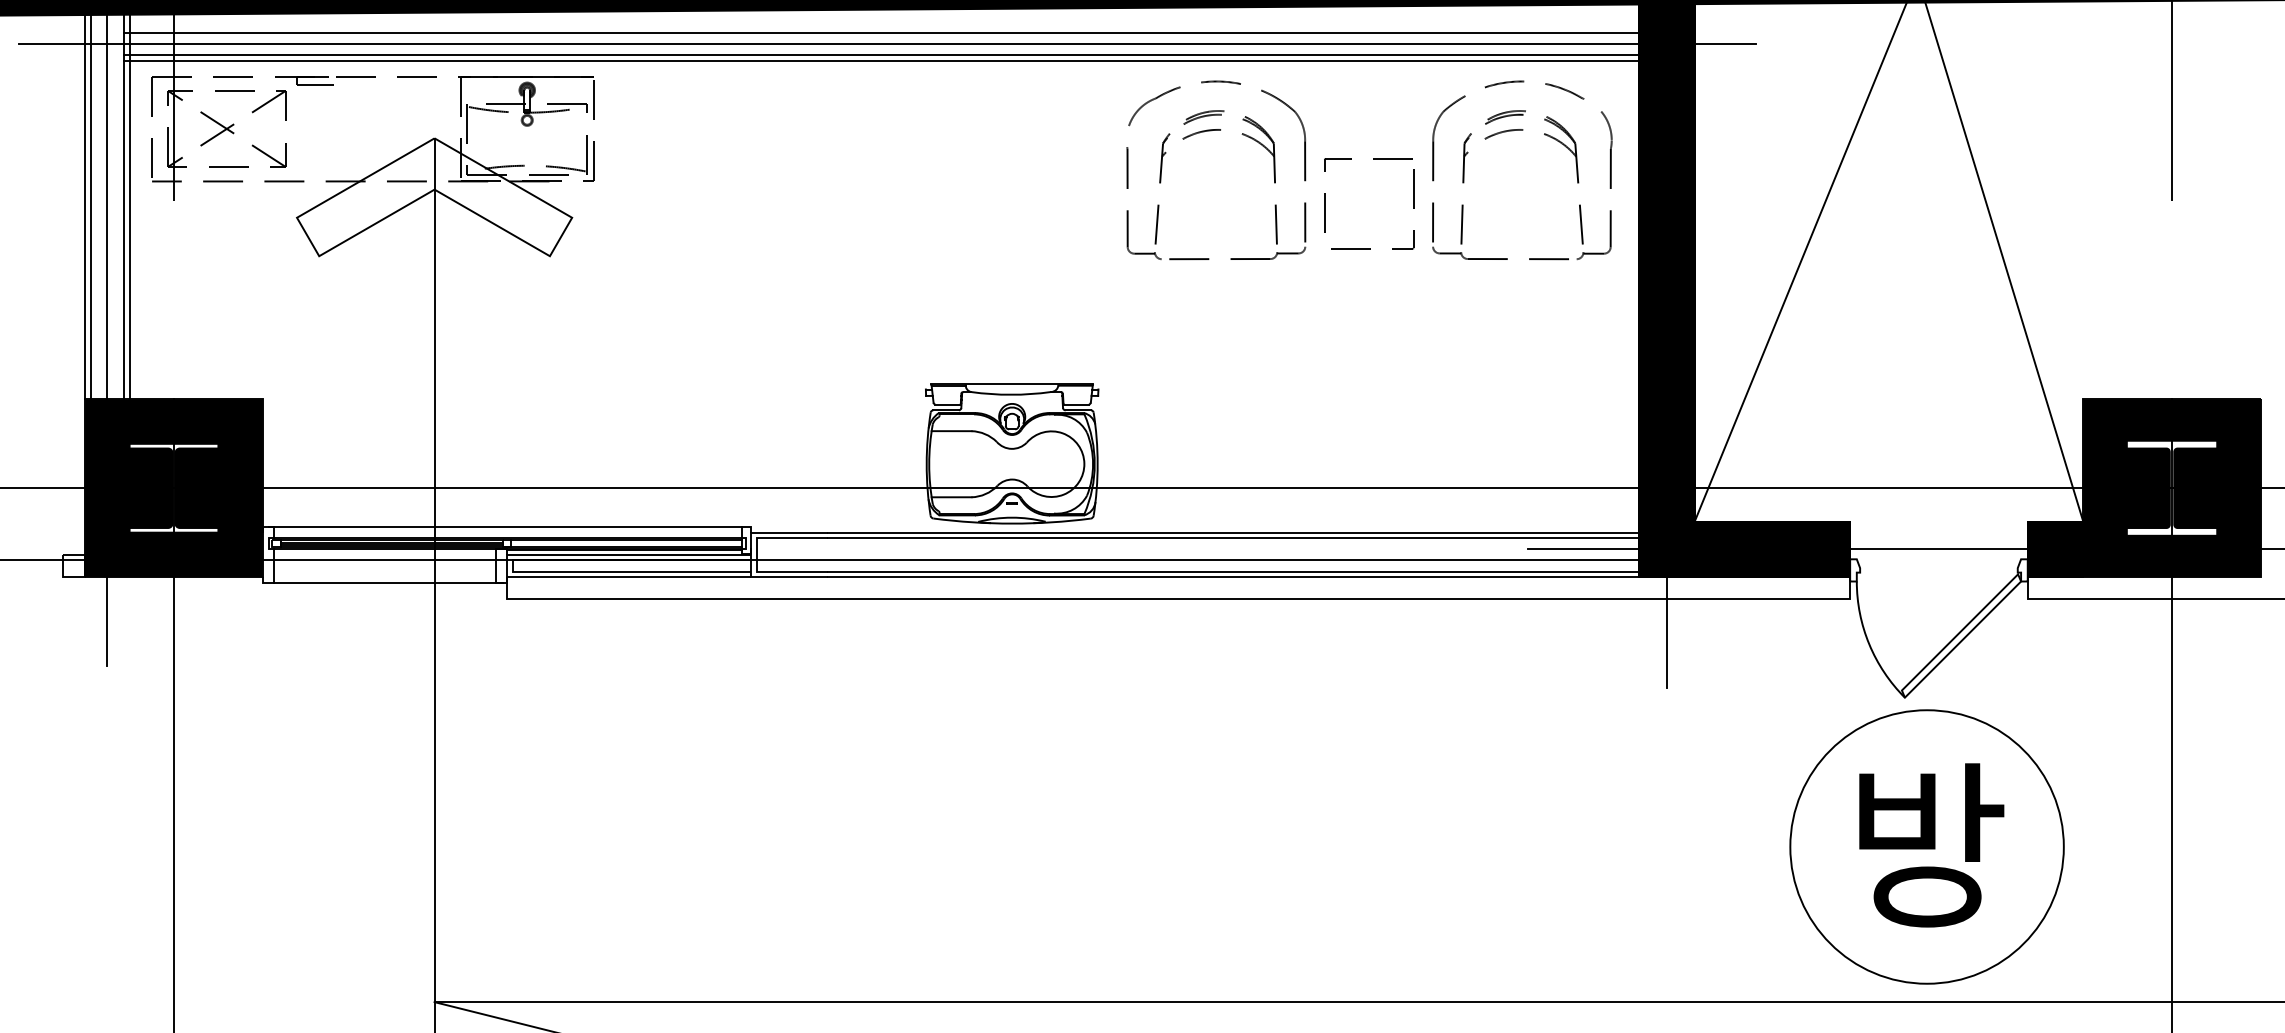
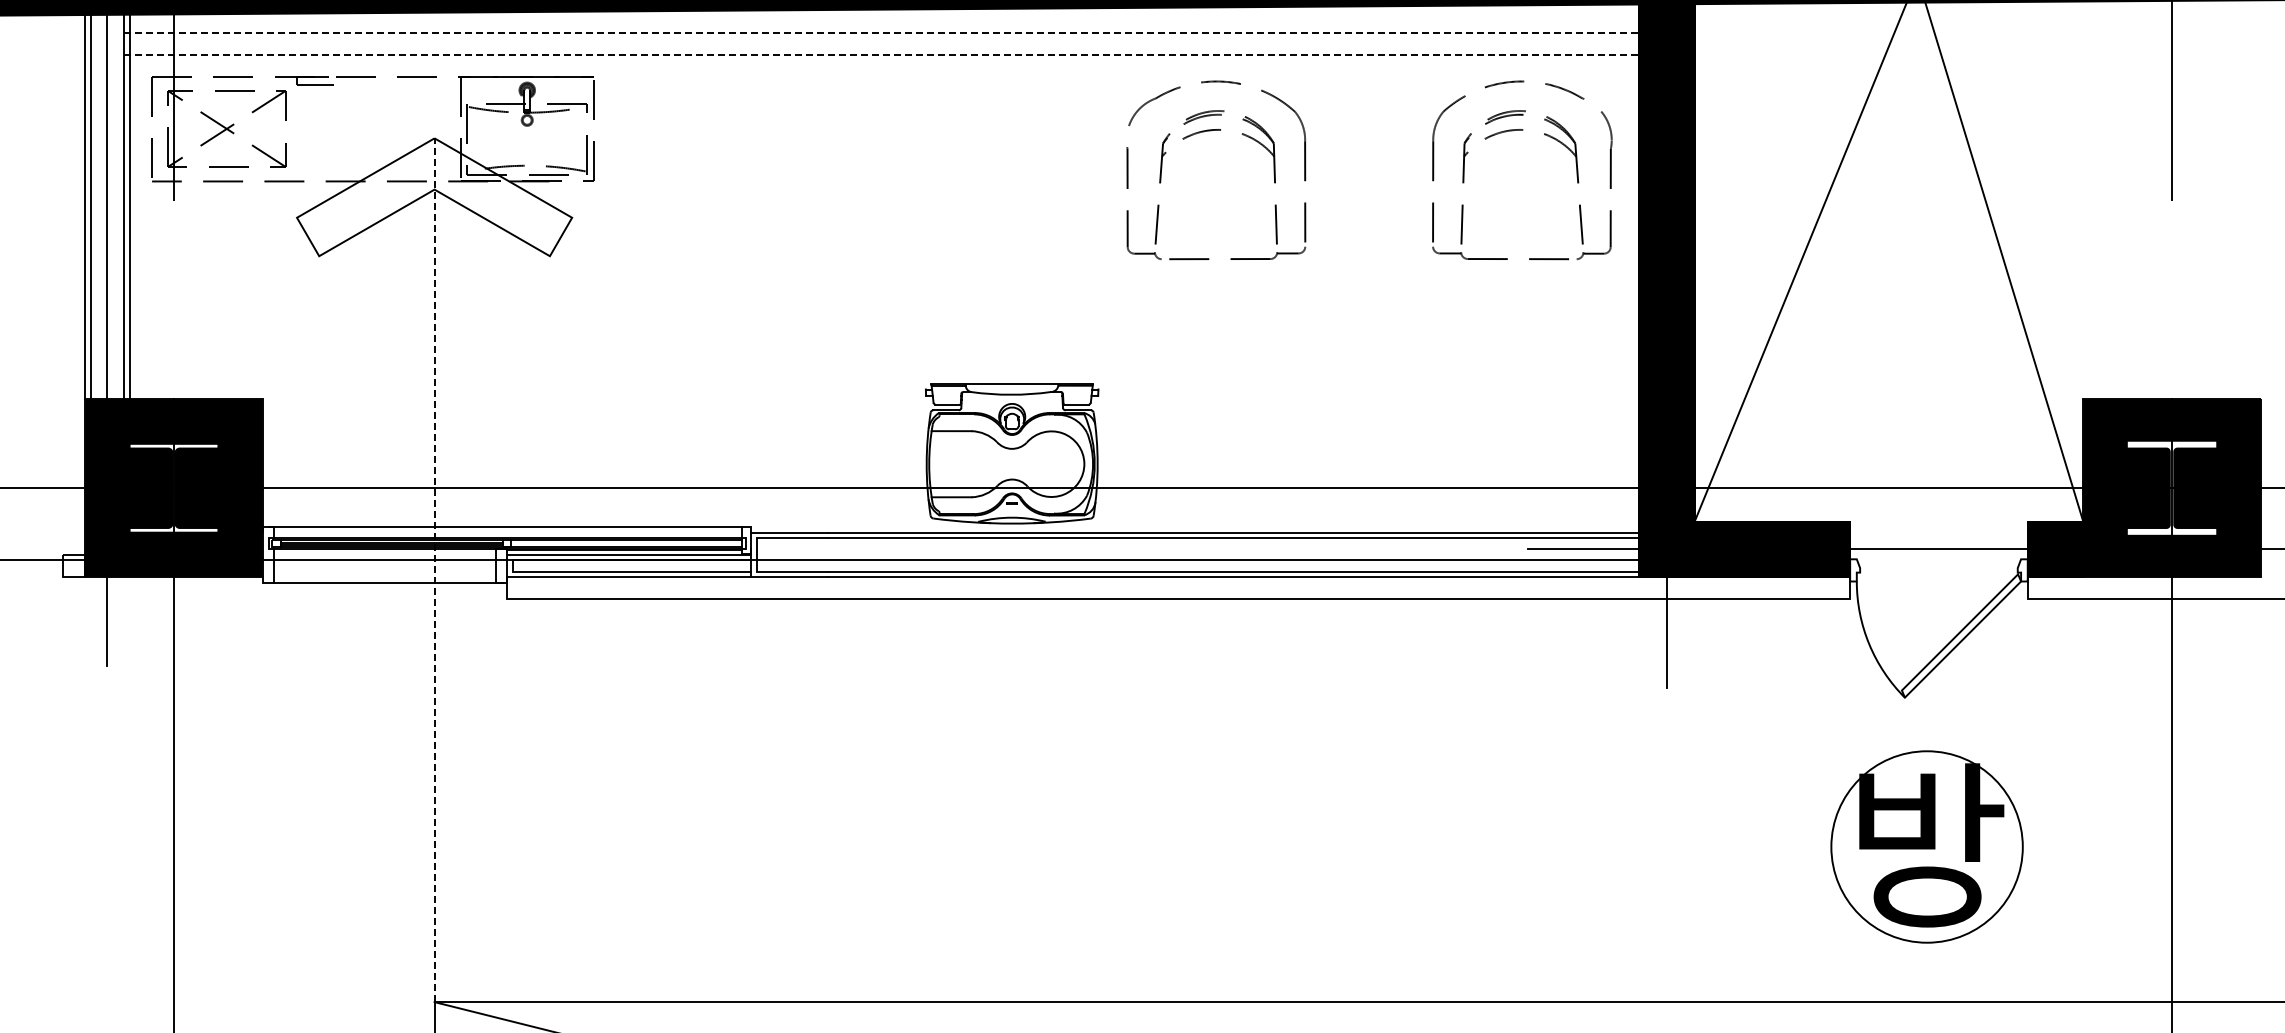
line at (881, 33): solid -> dashed
line at (886, 44): present -> none
line at (881, 55): solid -> dashed
line at (881, 60): present -> none
part at (1325, 203): present -> none
line at (434, 570): solid -> dashed
circle at (1926, 846) diameter: 274 px -> 191 px
